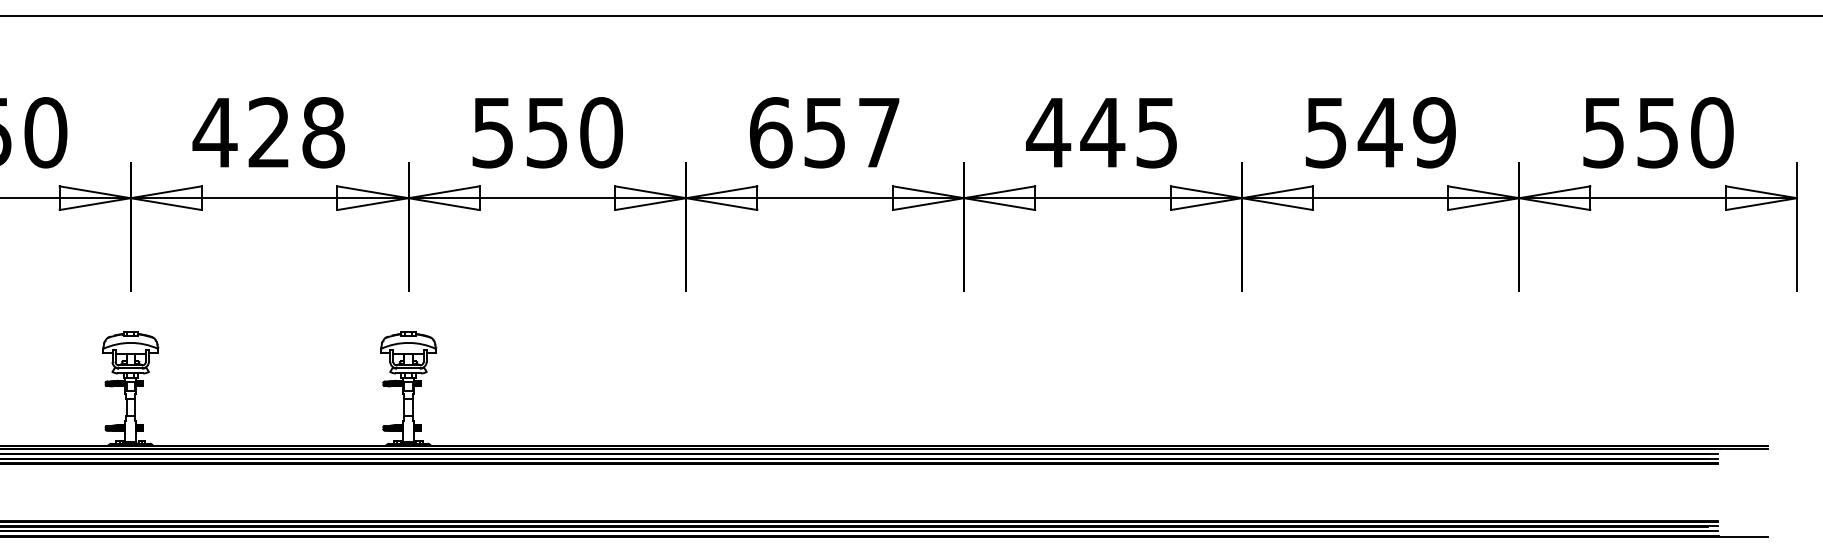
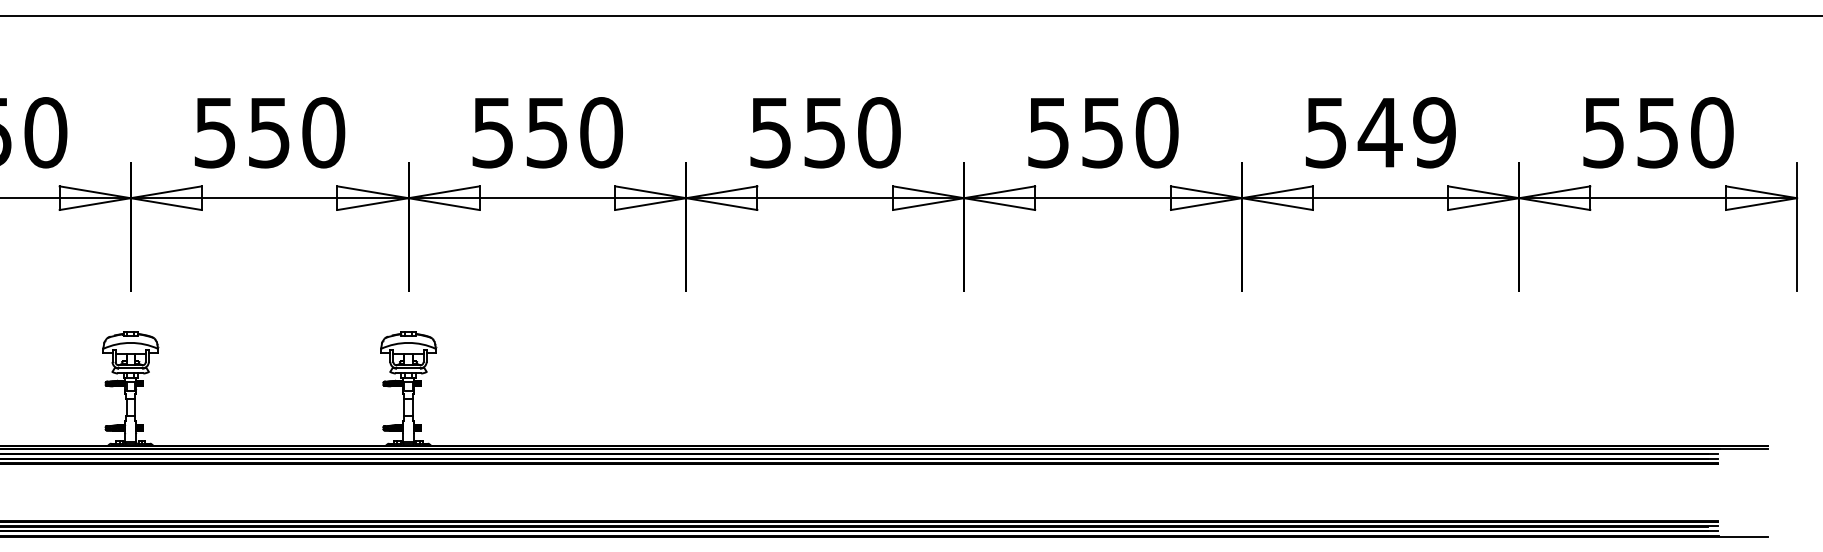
text at (268, 132): 428 -> 550
text at (825, 132): 657 -> 550
text at (1102, 132): 445 -> 550
